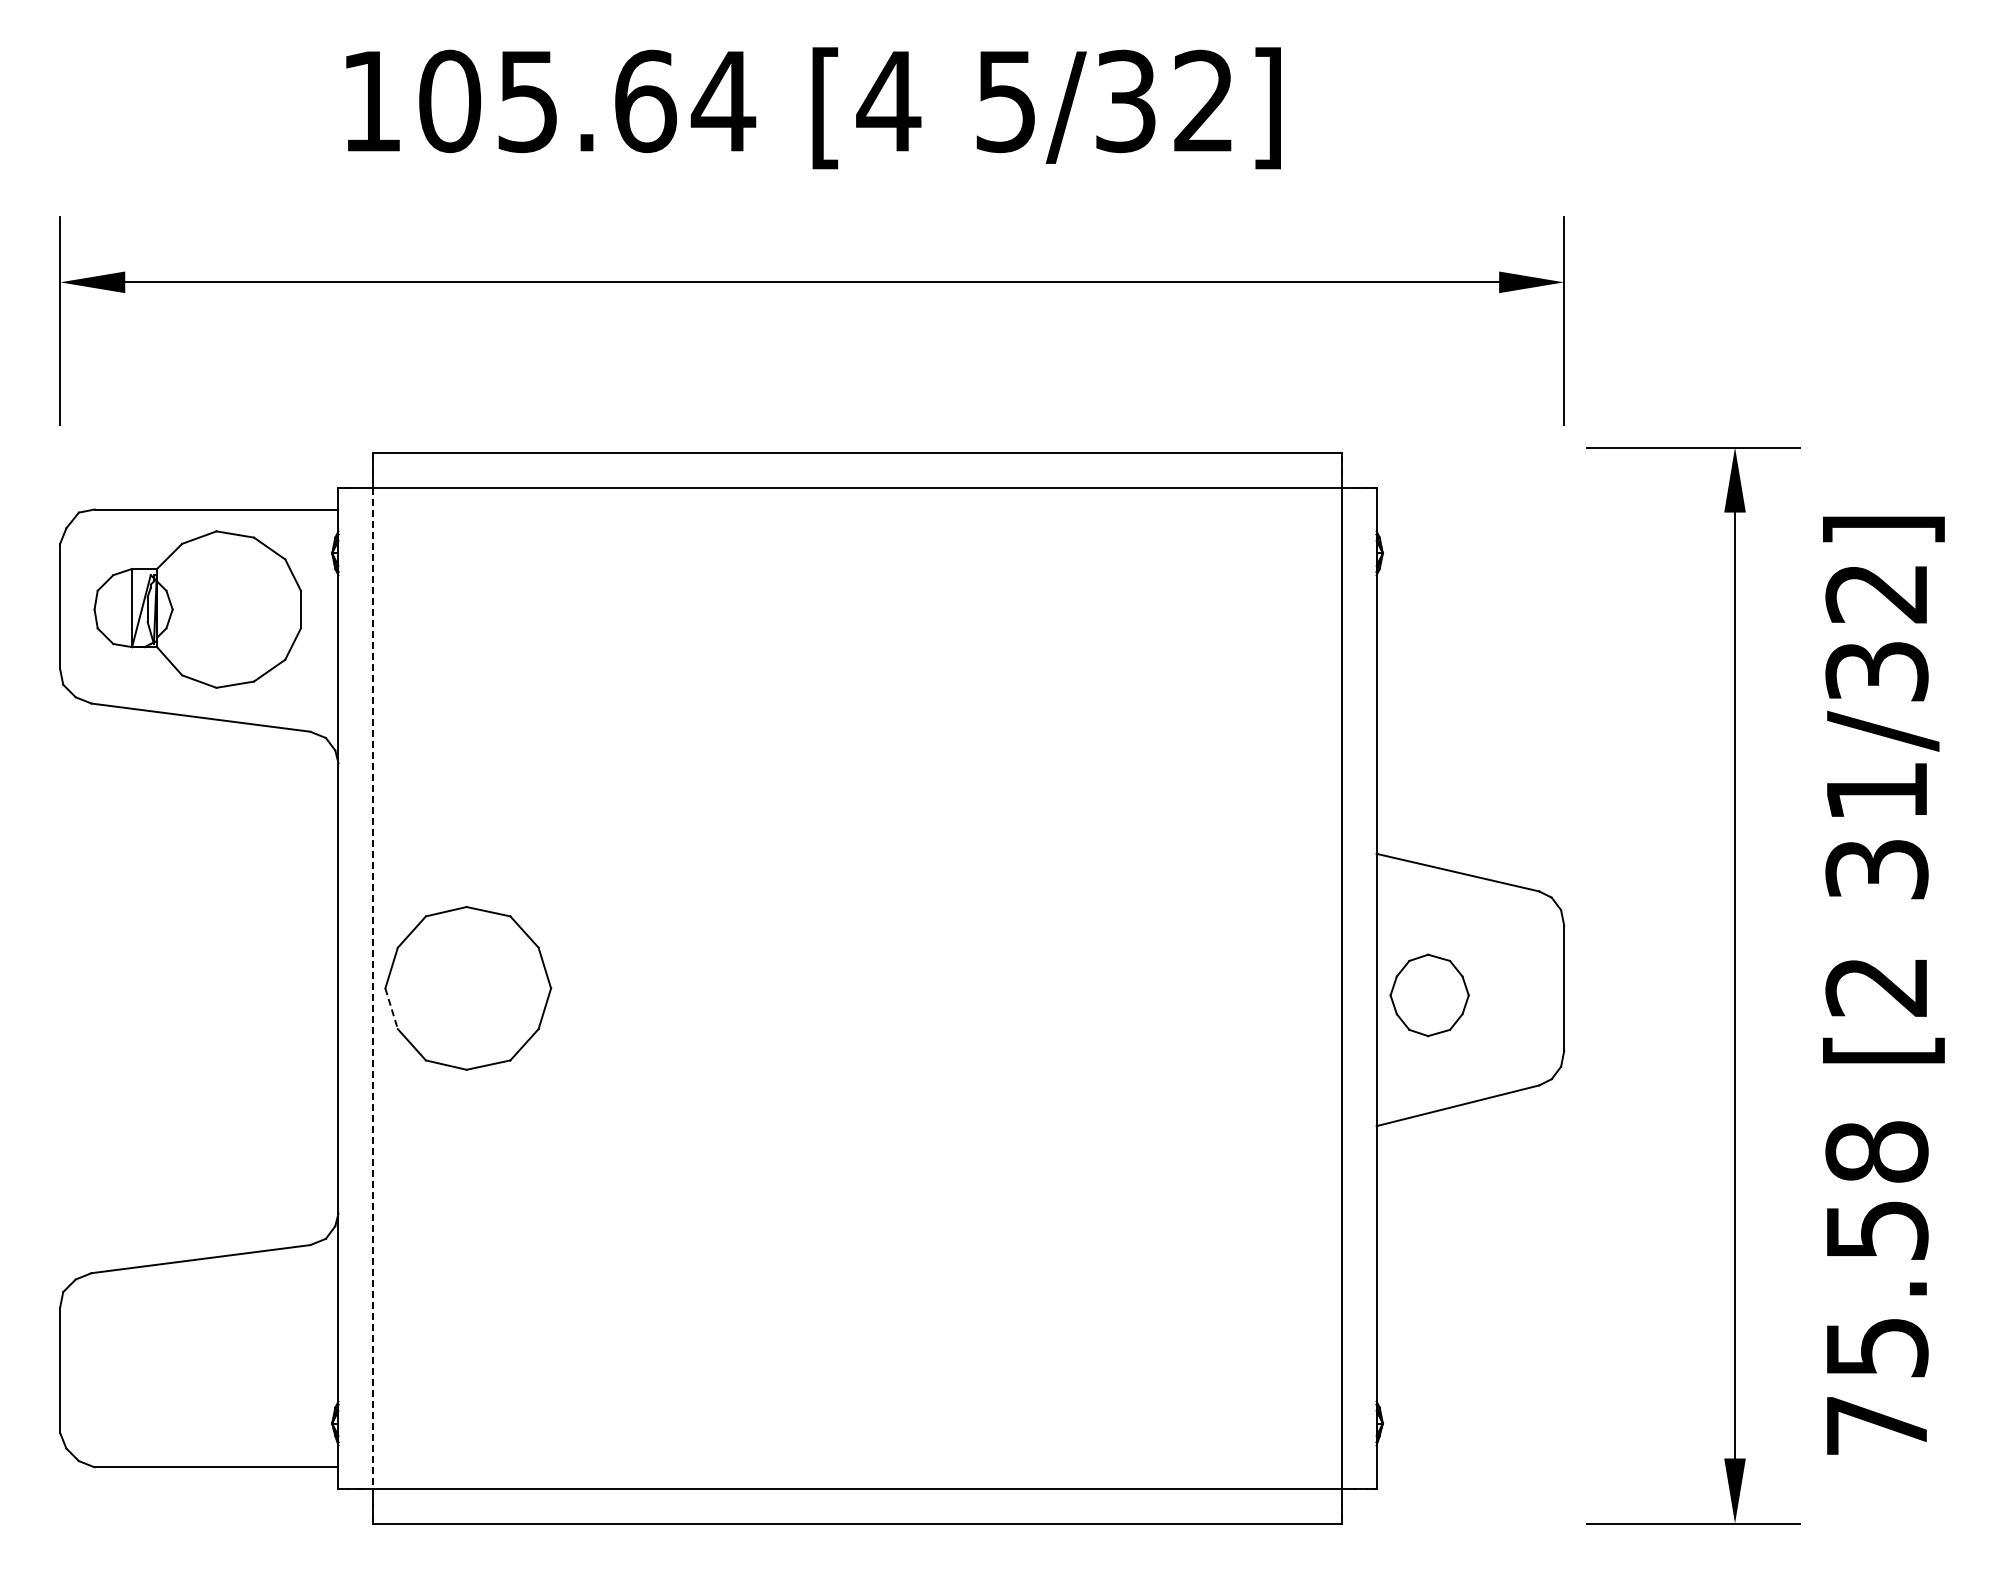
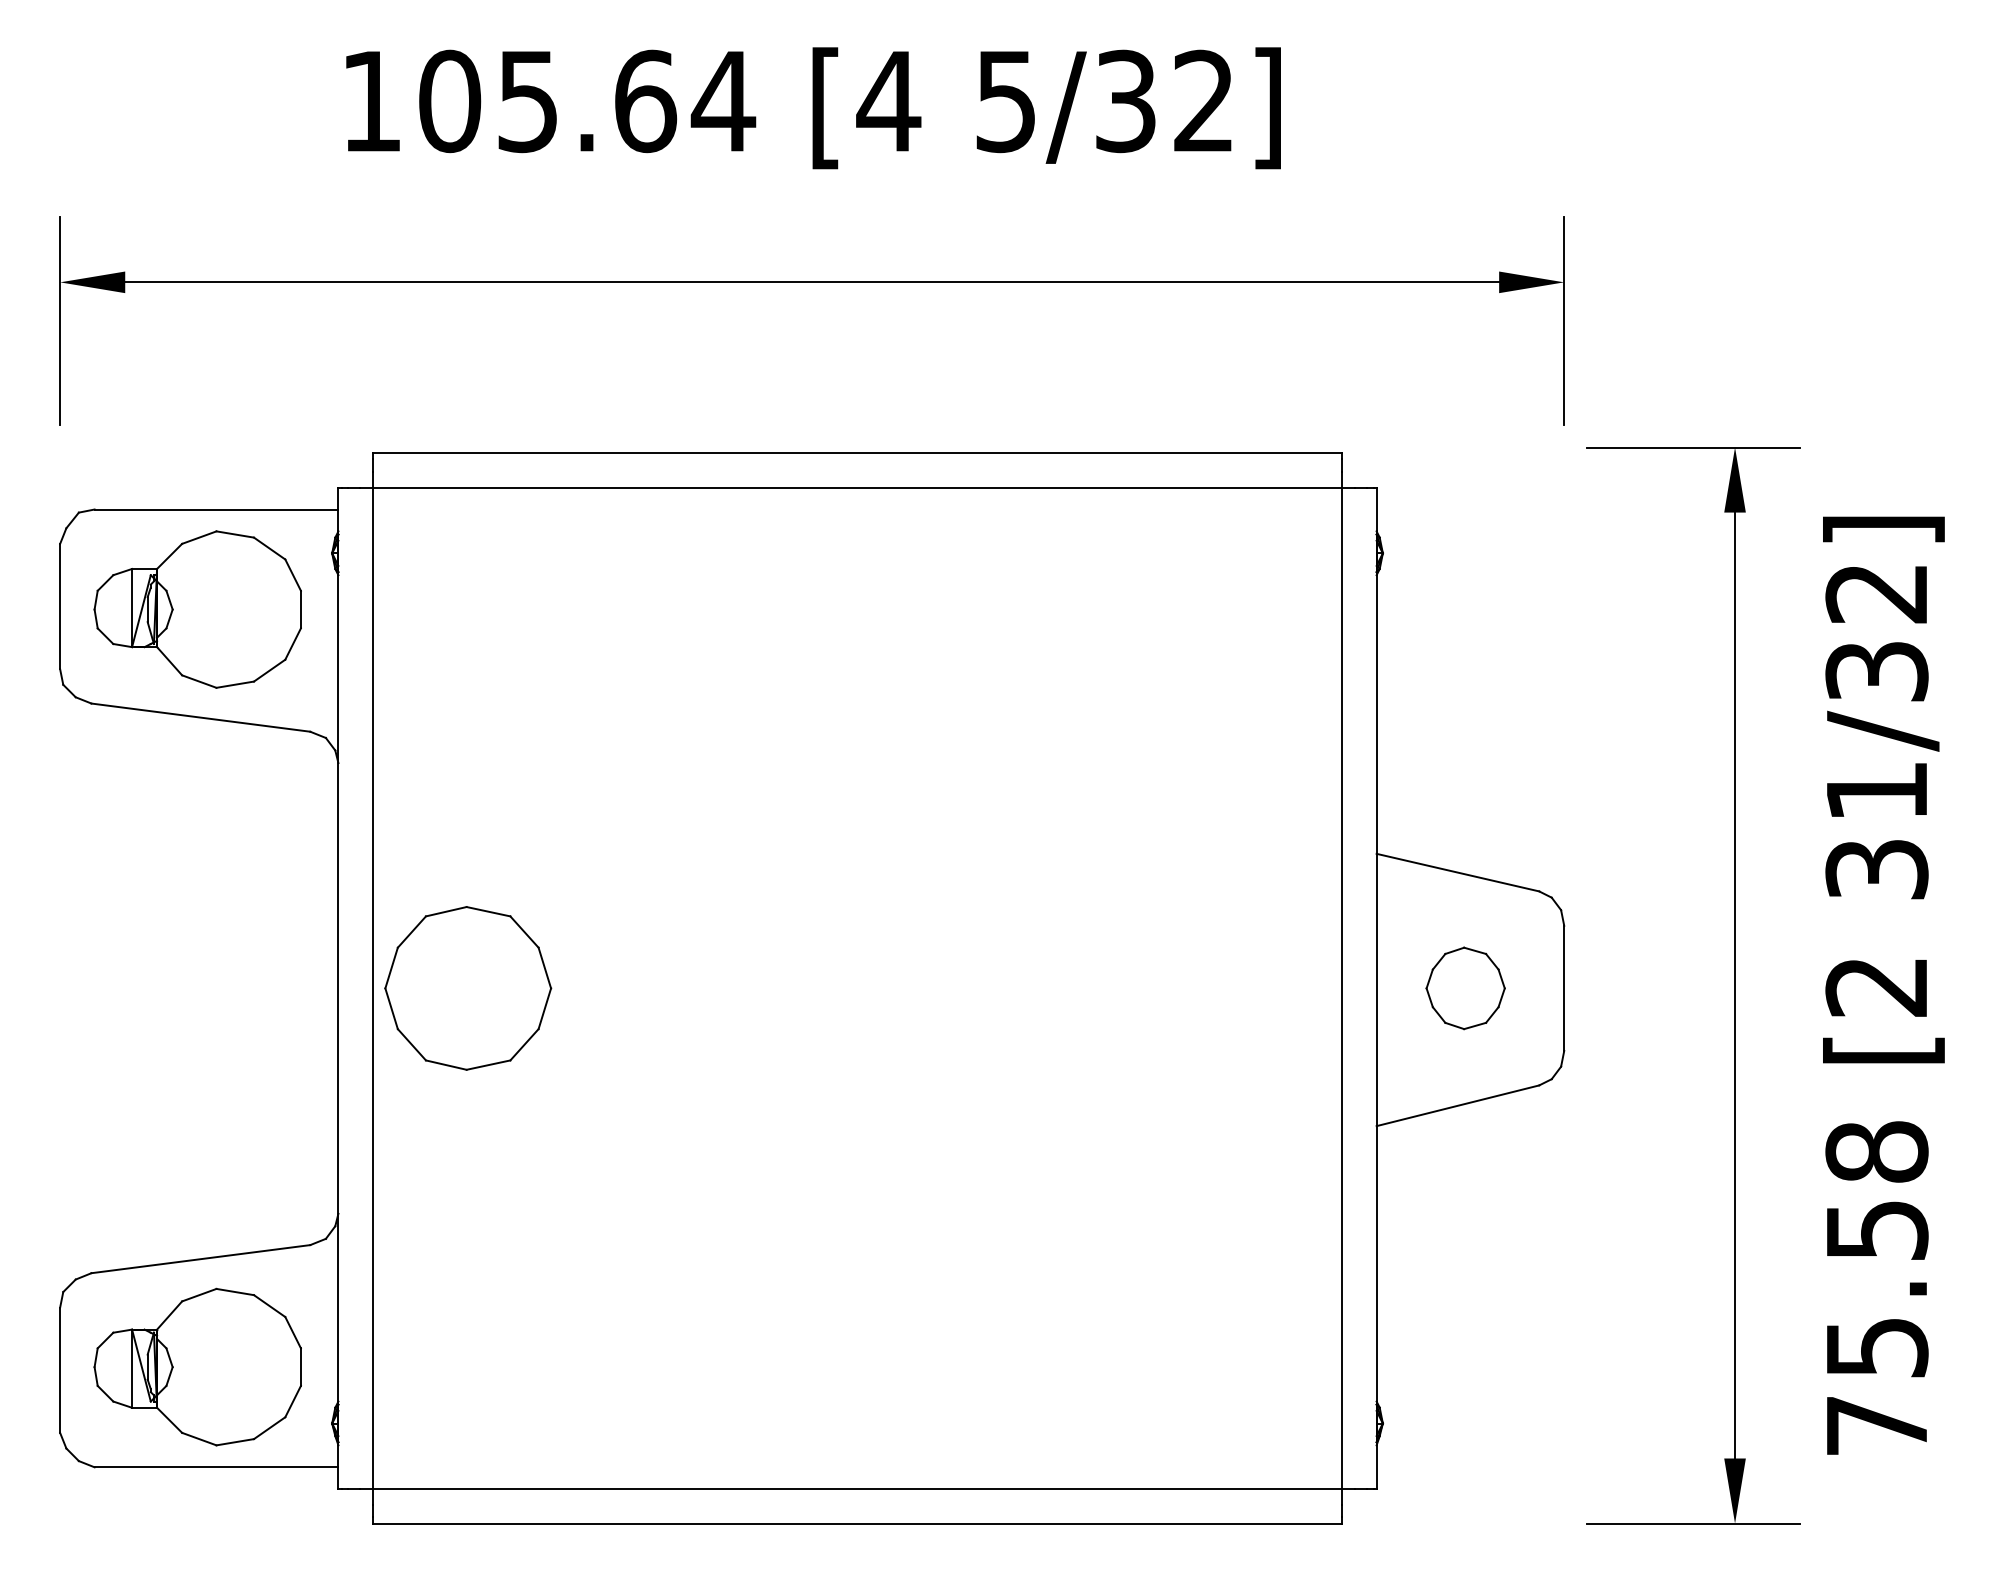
line at (372, 988): dashed -> solid
part at (1429, 995) position: (1429, 995) -> (1465, 988)
line at (391, 1009): dashed -> solid
part at (197, 1366): none -> present
